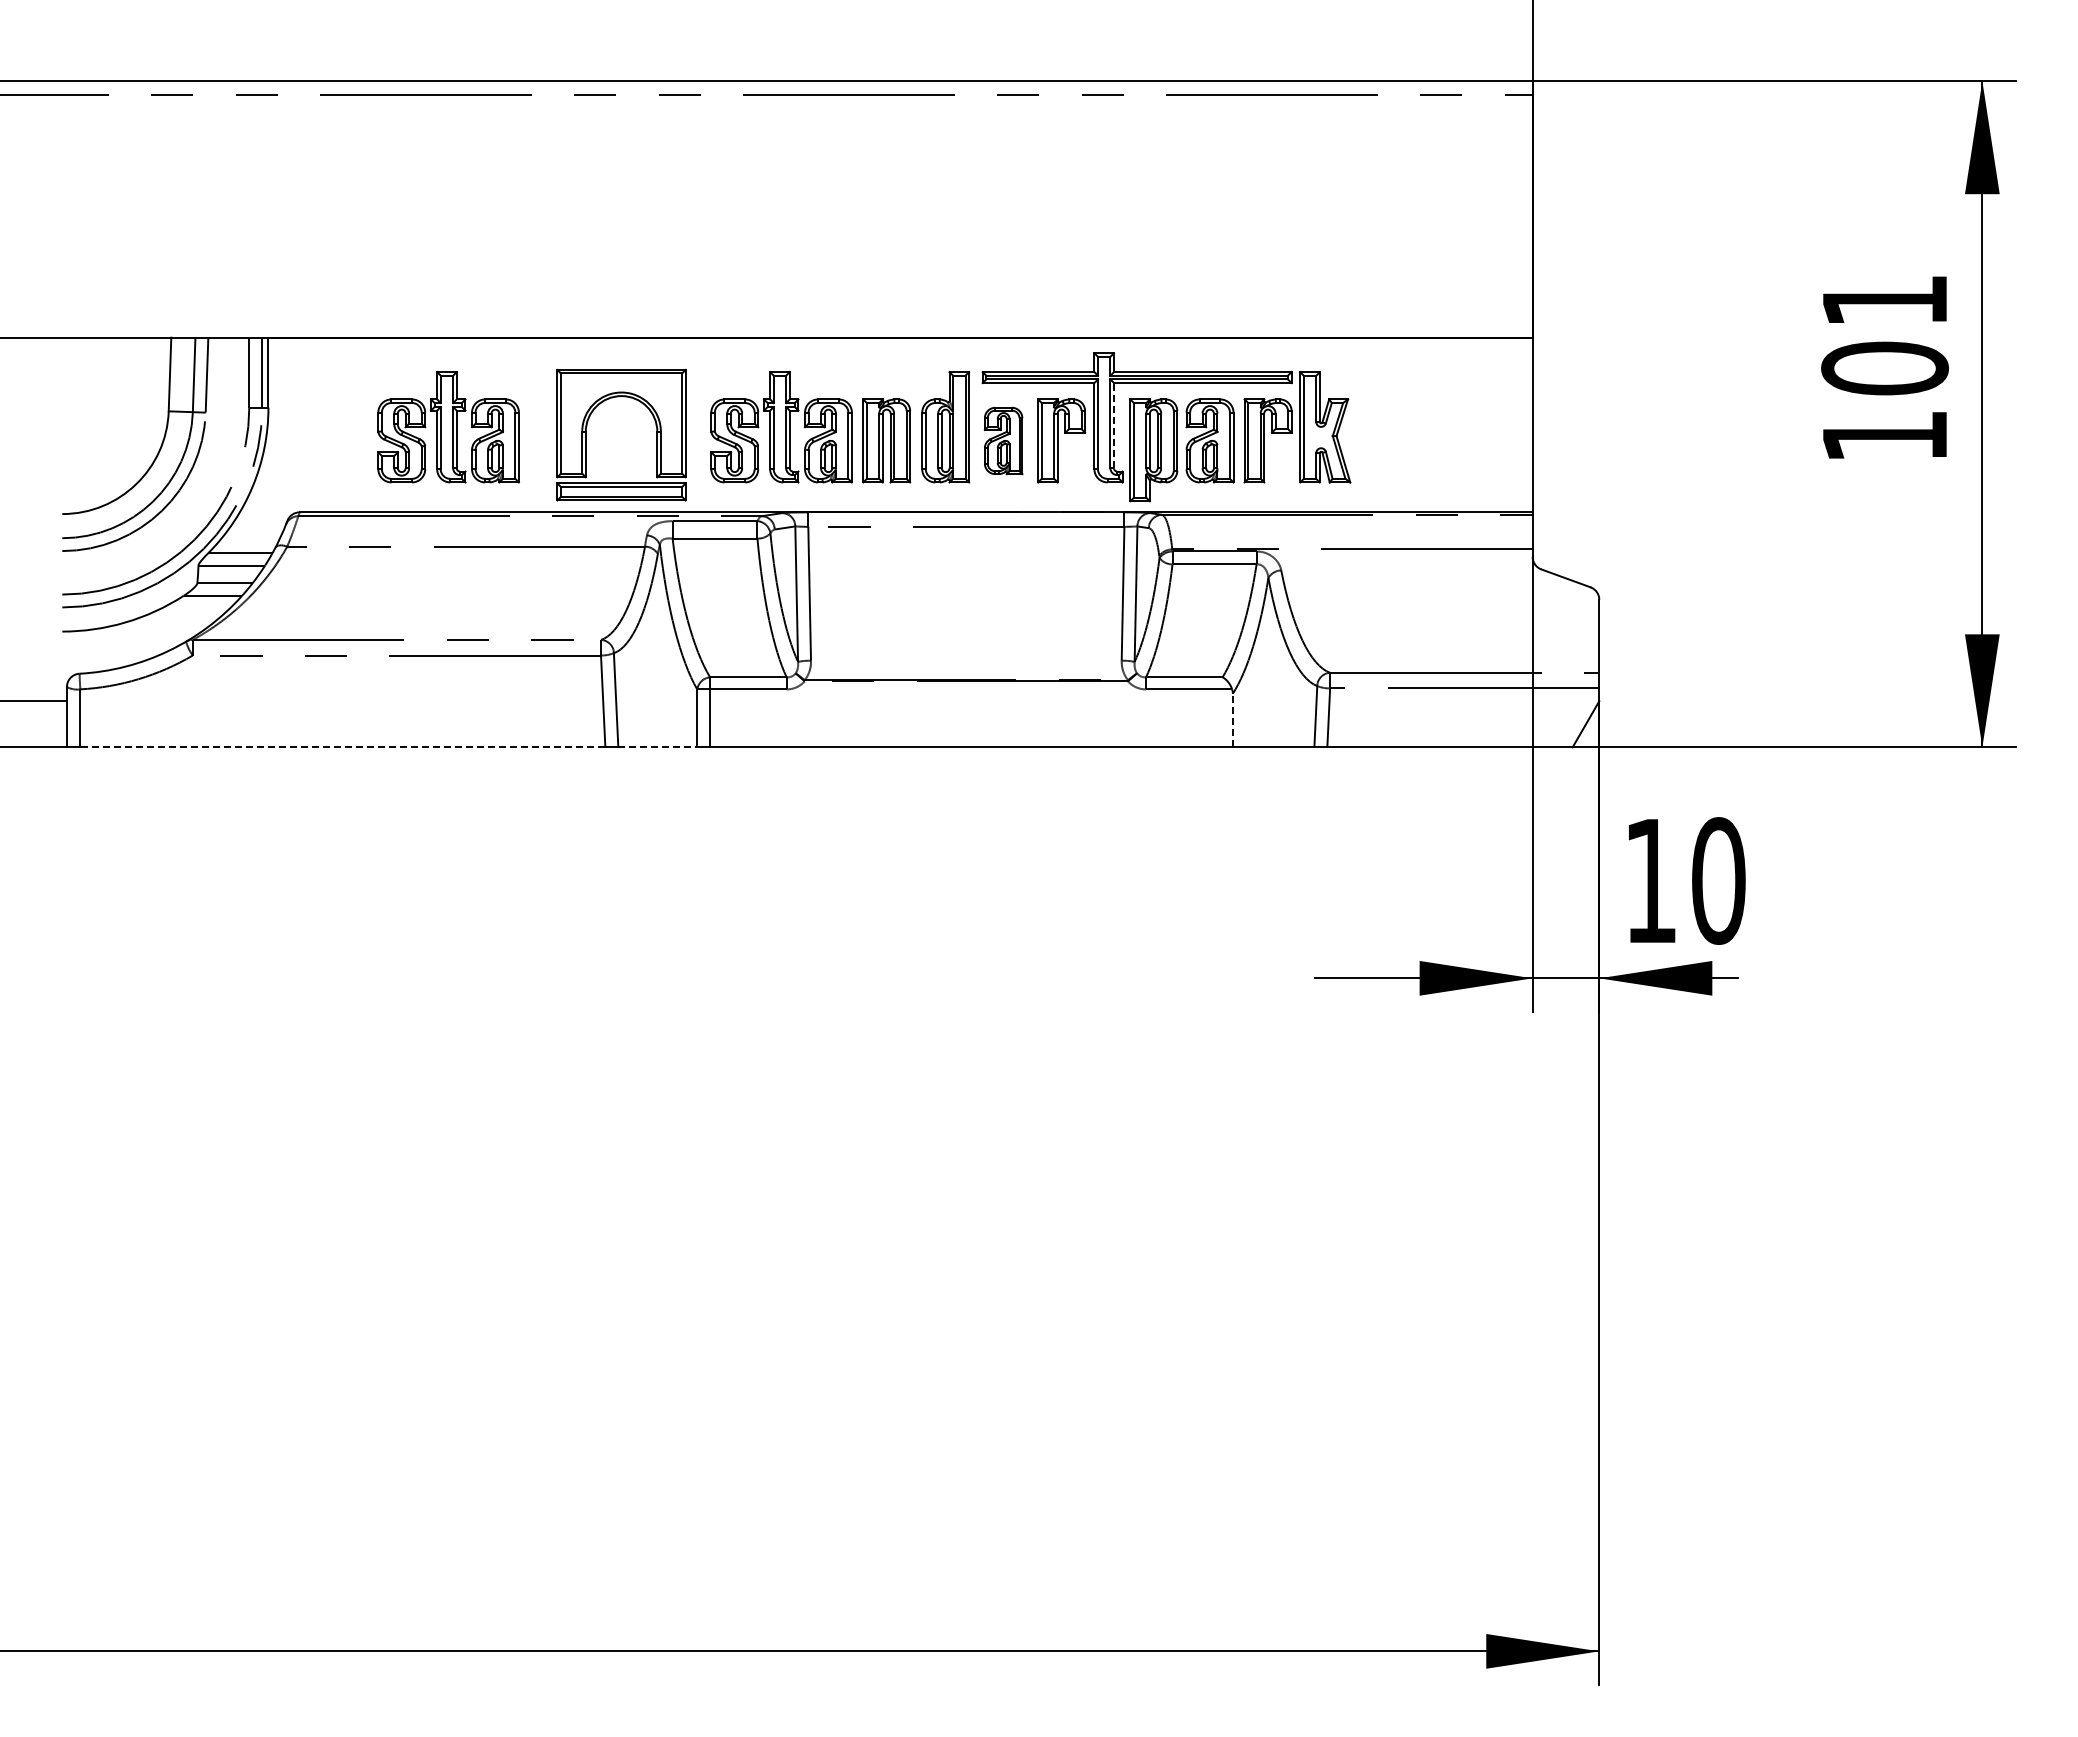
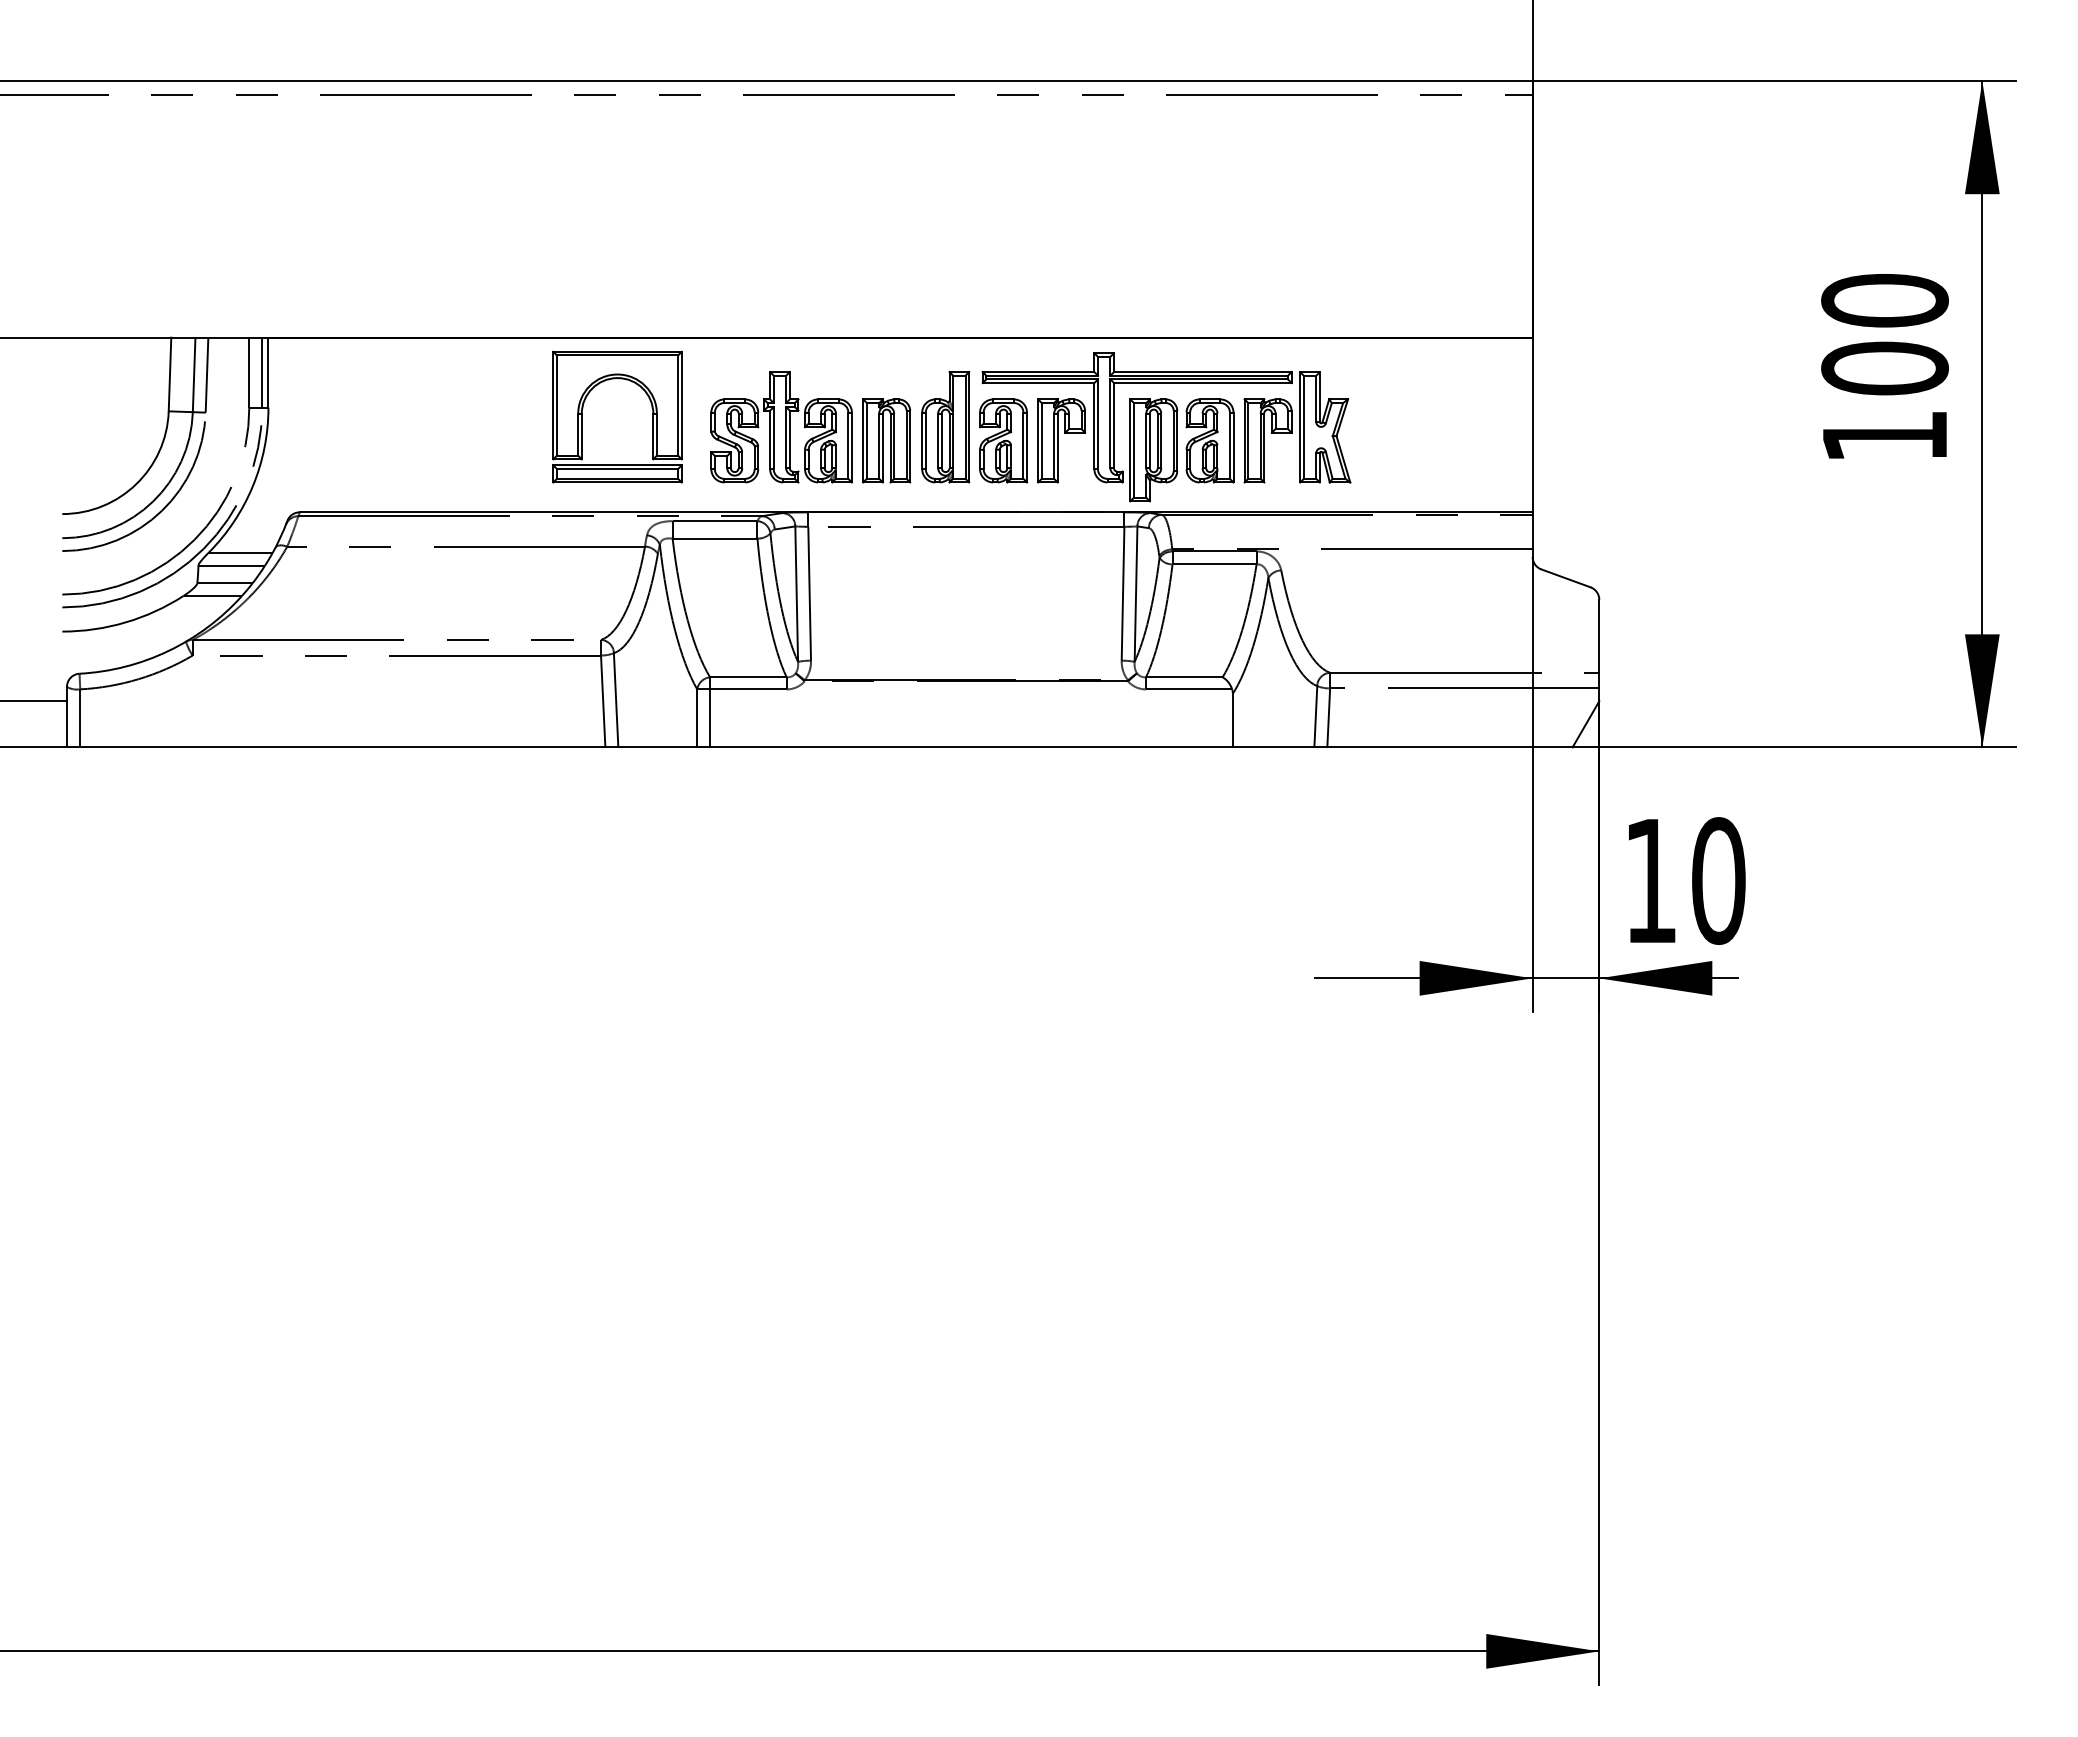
text at (1884, 300): 101 -> 100
line at (1114, 425): dashed -> solid
part at (587, 426) position: (587, 426) -> (583, 408)
part at (448, 427): present -> none
part at (1003, 440) size: 40x70 px -> 50x86 px
line at (1232, 720): dashed -> solid
line at (342, 747): dashed -> solid
line at (658, 747): dashed -> solid
